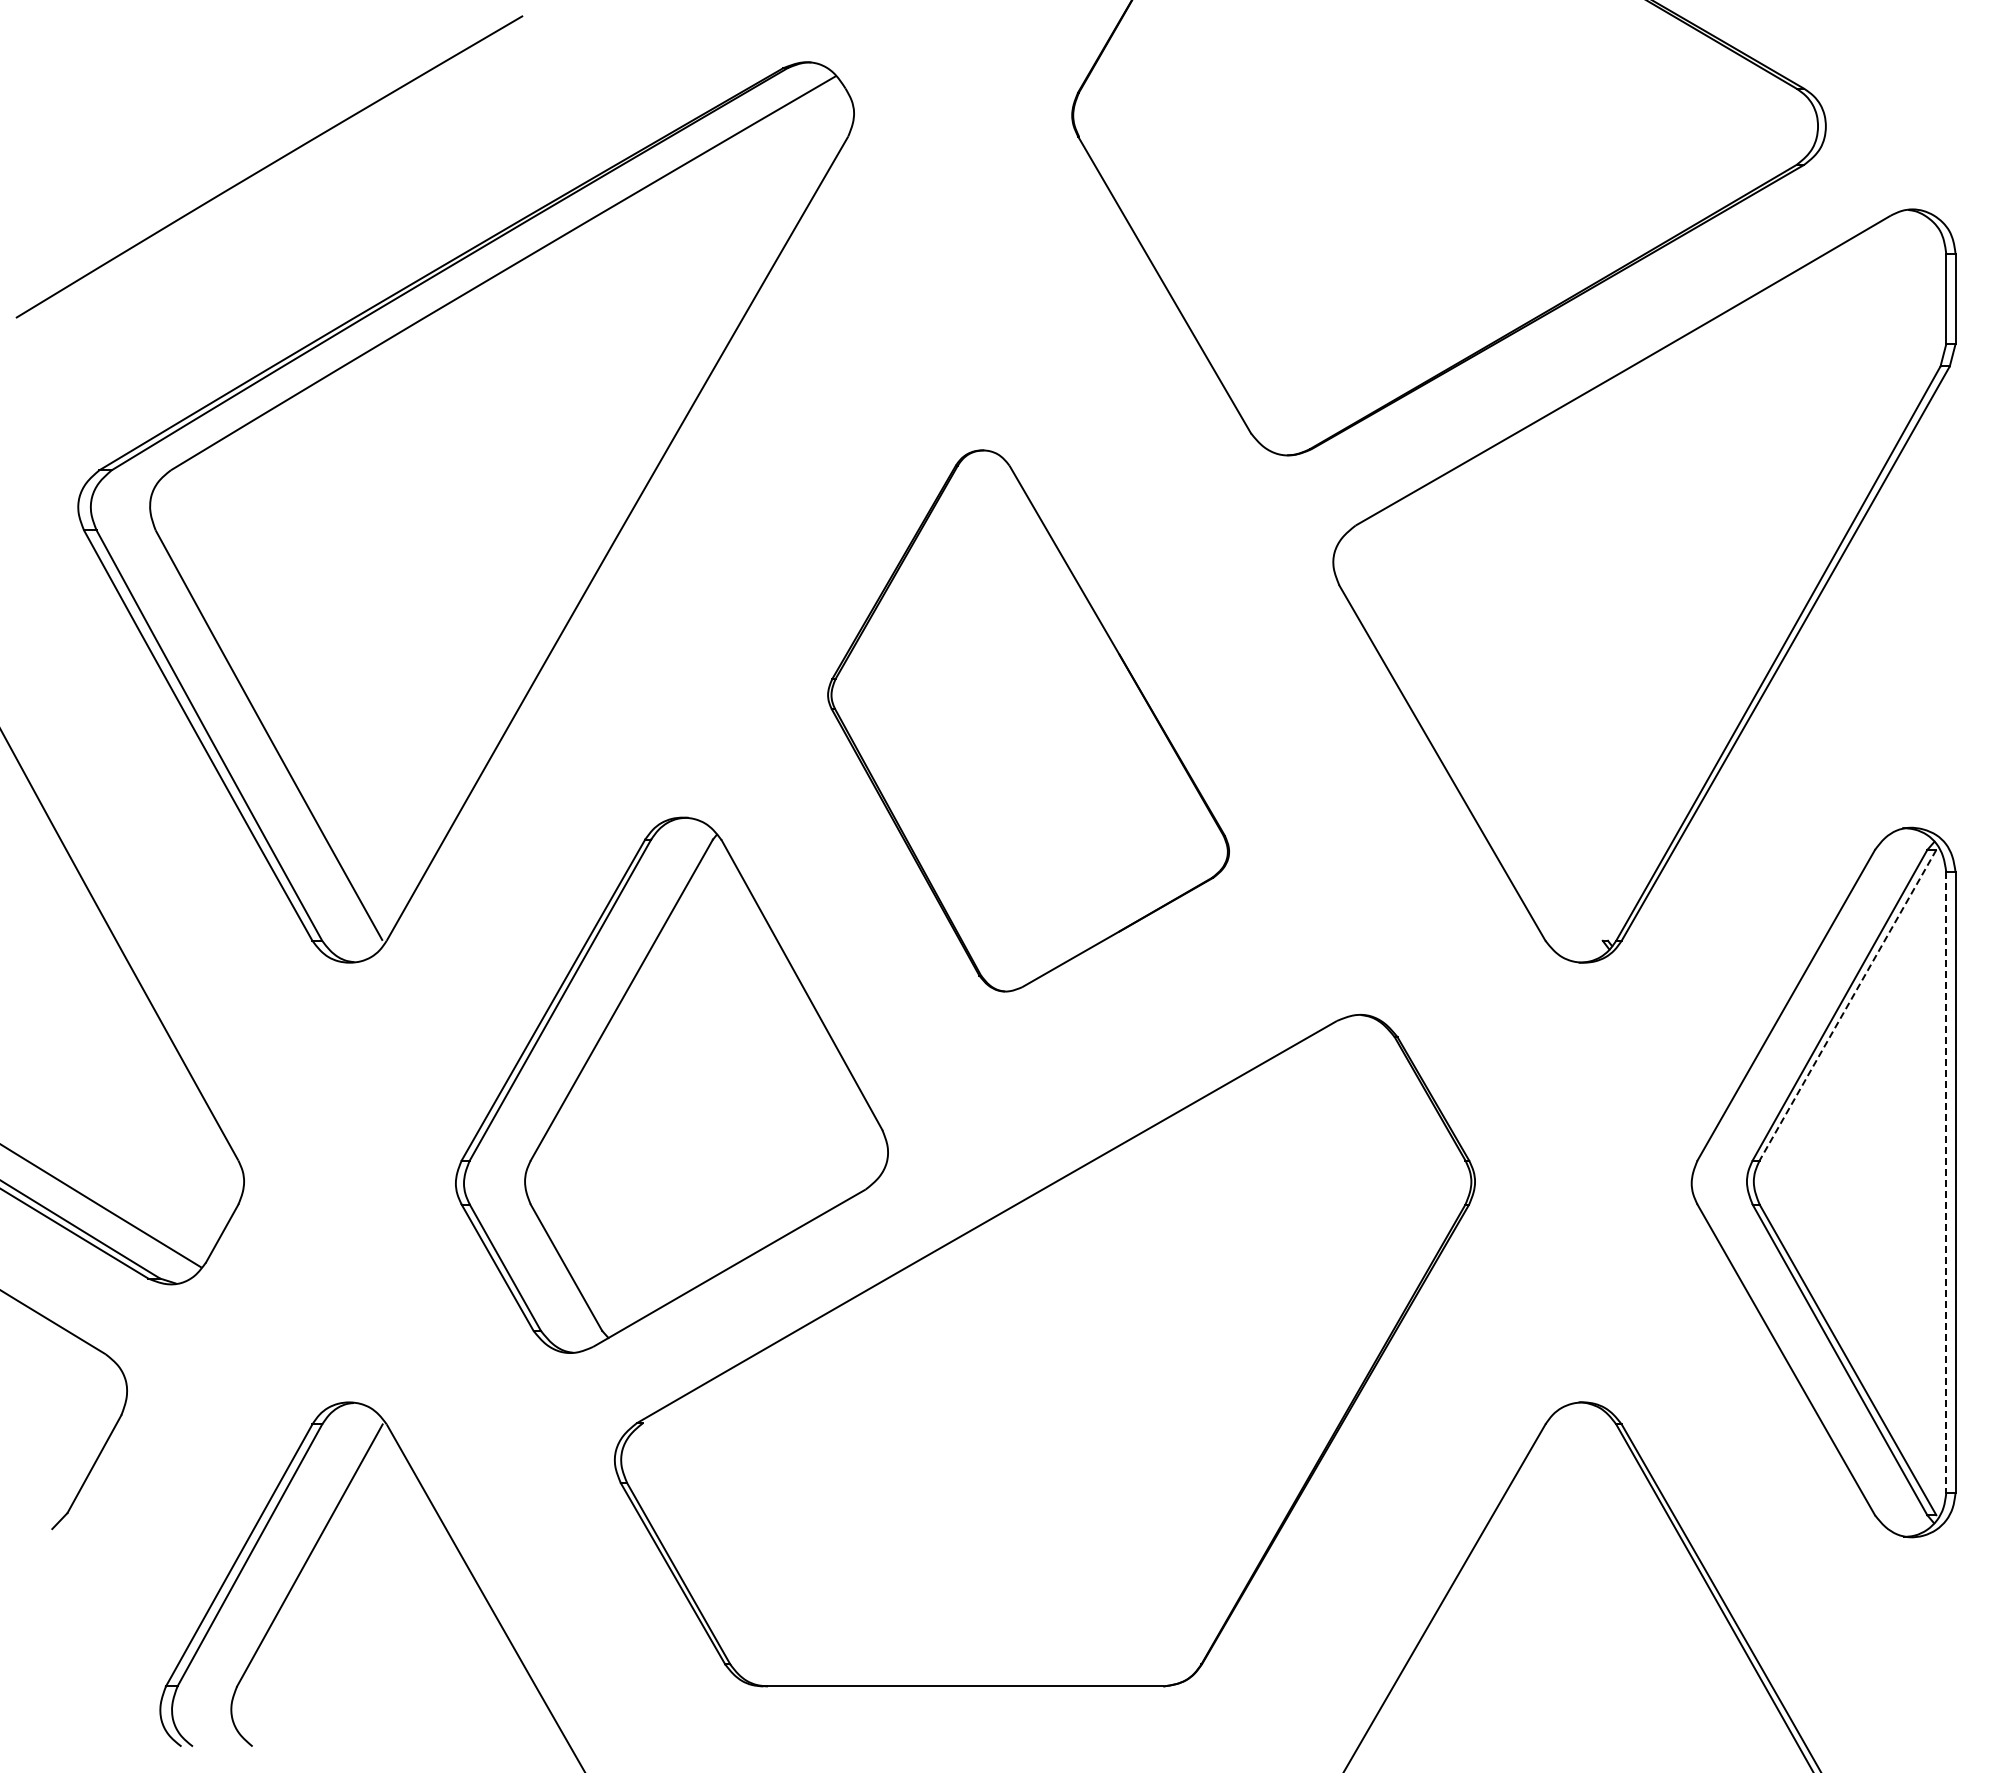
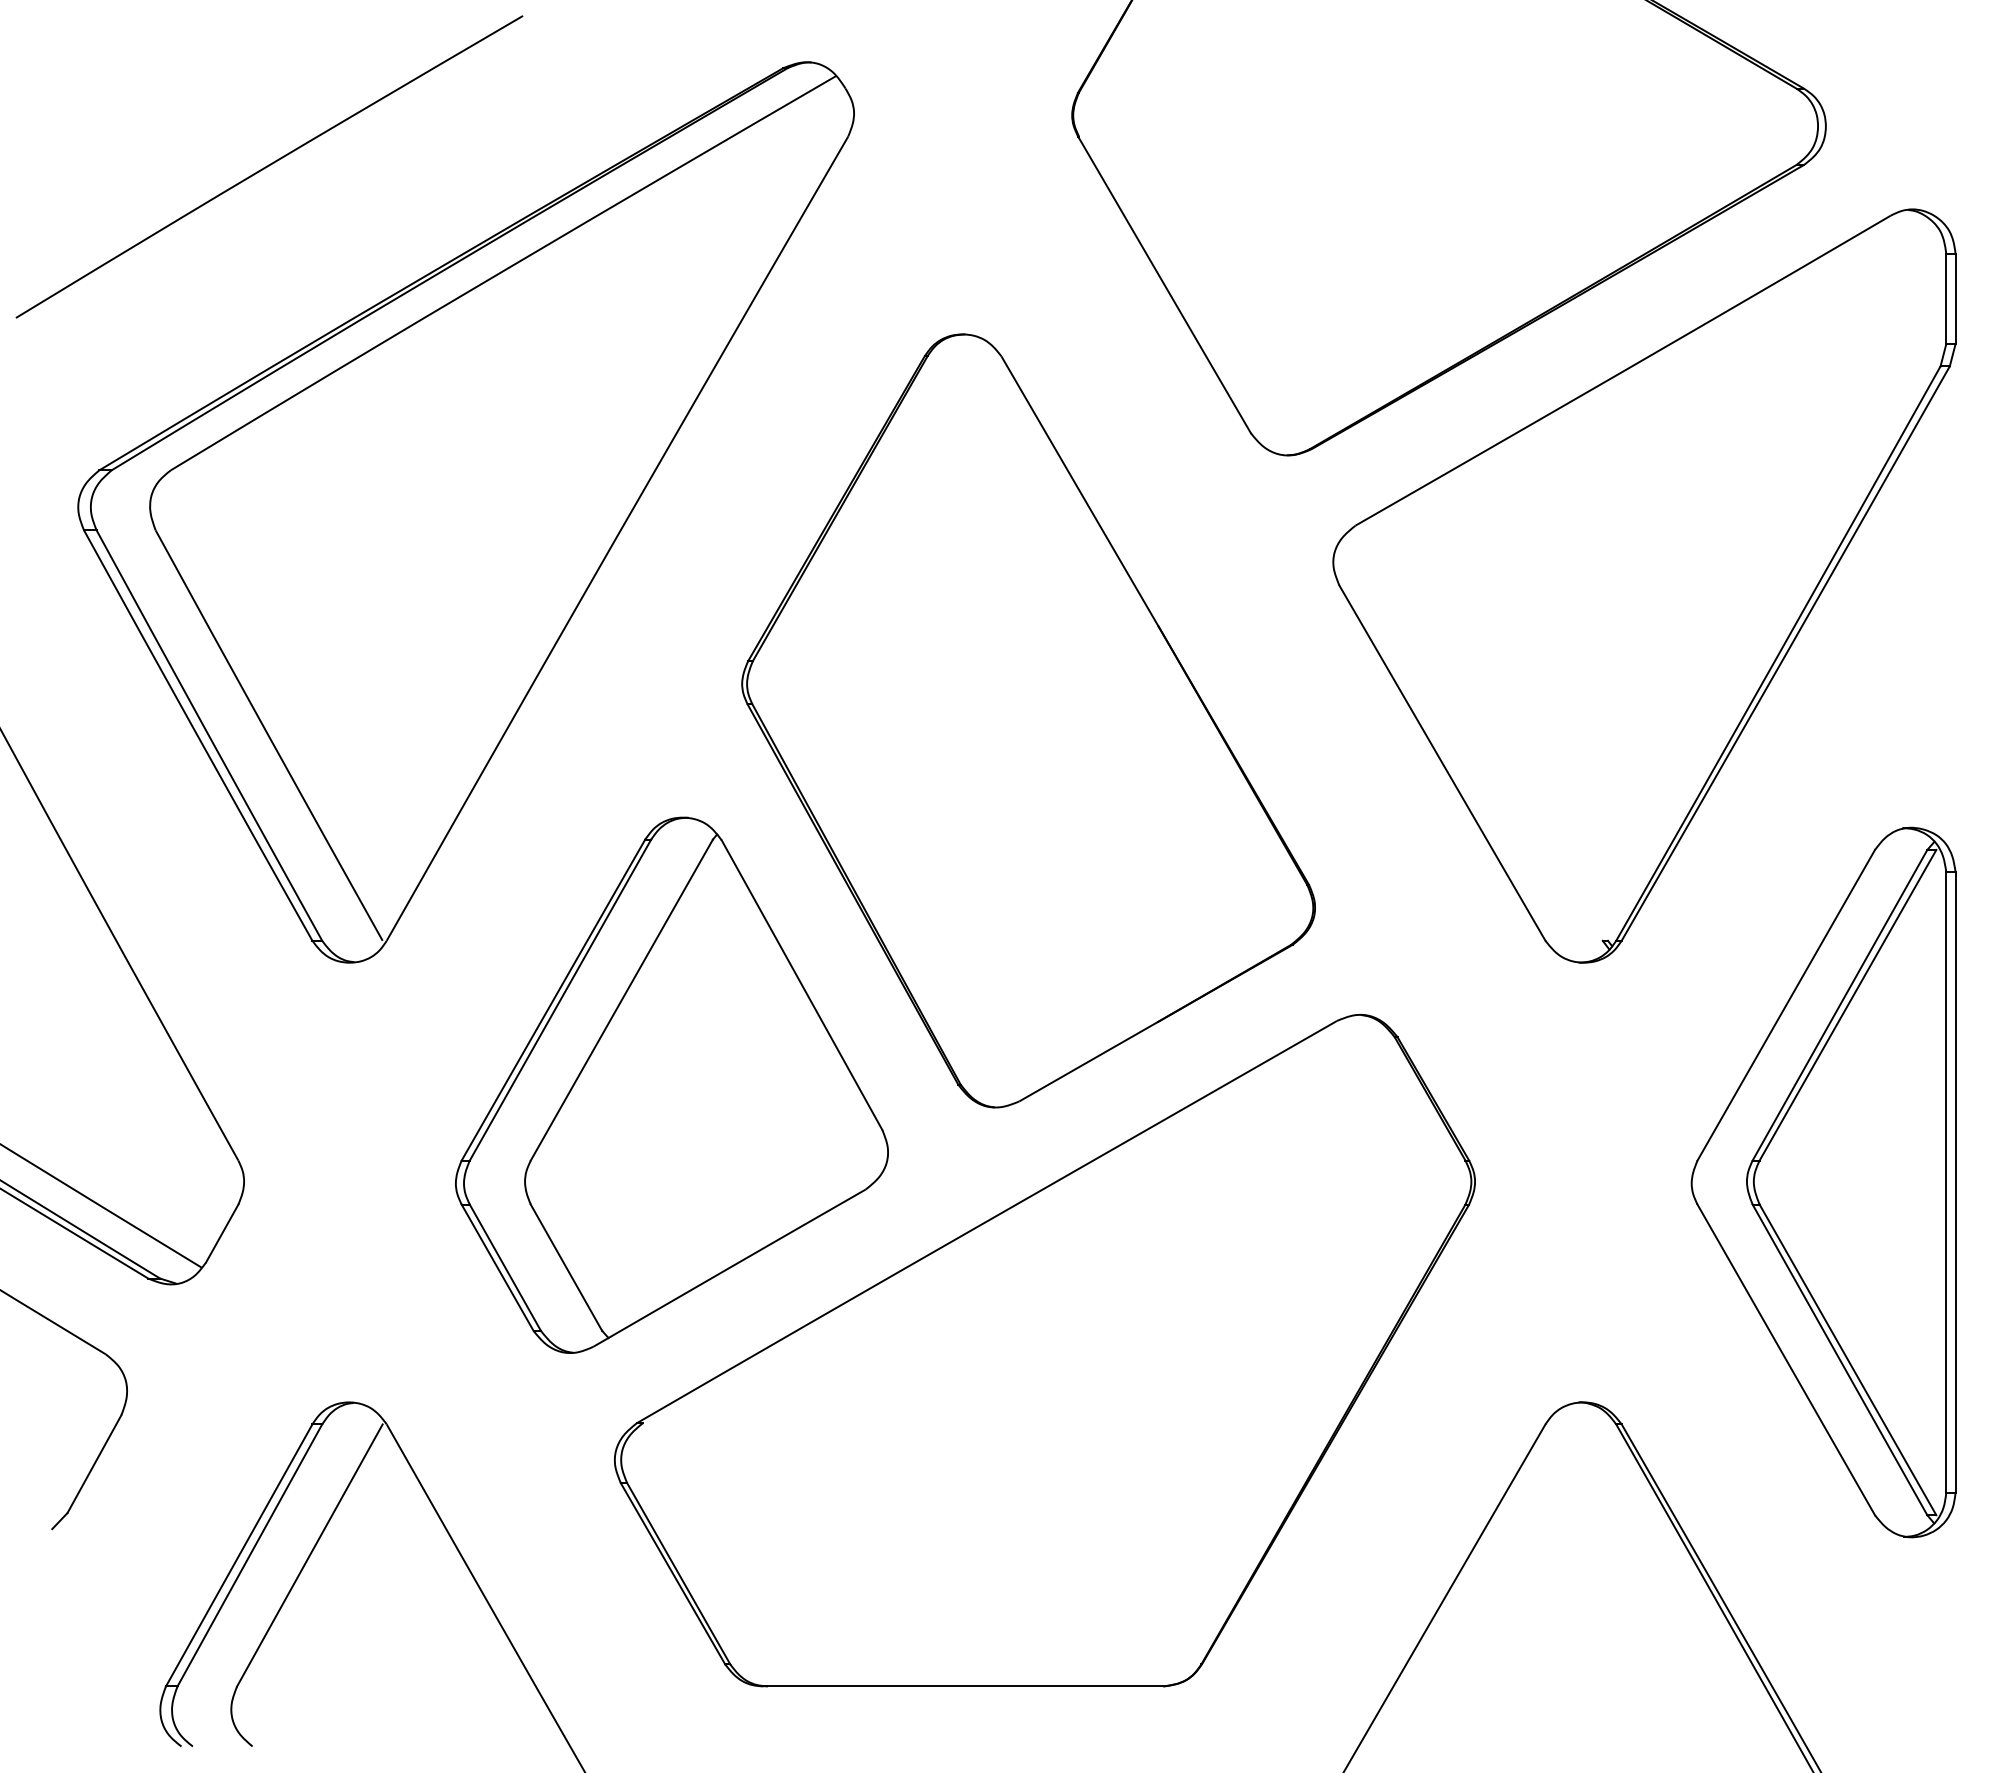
part at (1028, 720) size: 403x544 px -> 575x776 px
line at (1848, 1005): dashed -> solid
line at (1946, 1182): dashed -> solid
